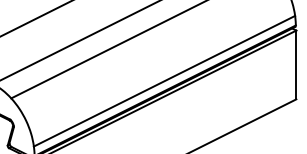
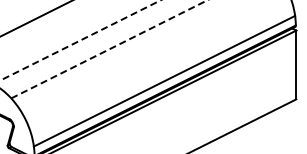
line at (80, 40): solid -> dashed
line at (109, 49): solid -> dashed
